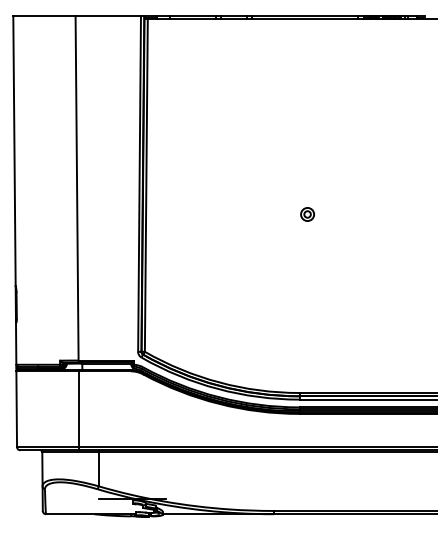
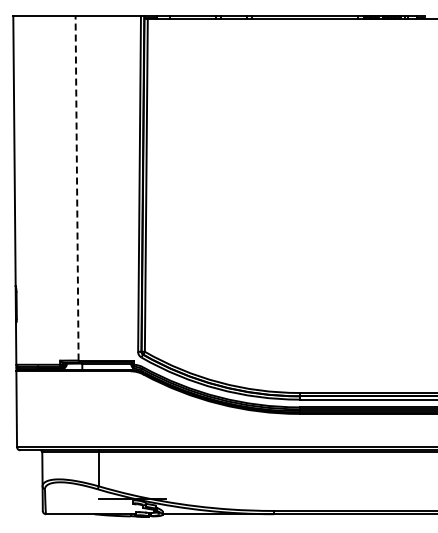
line at (77, 187): solid -> dashed
part at (307, 214): present -> none
line at (79, 409): present -> none
